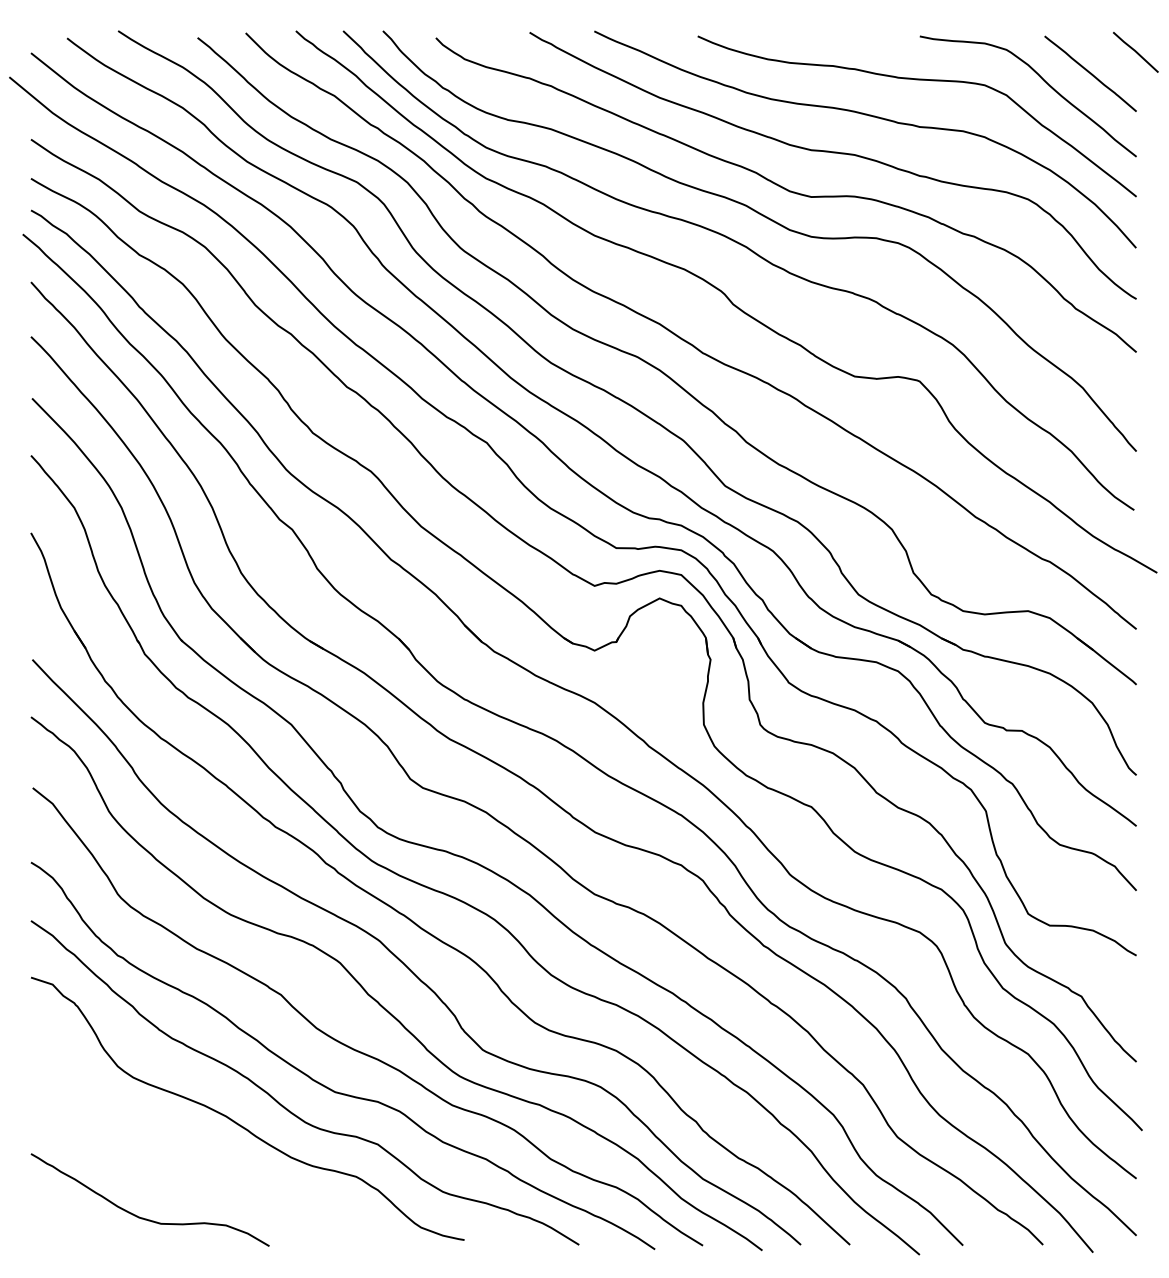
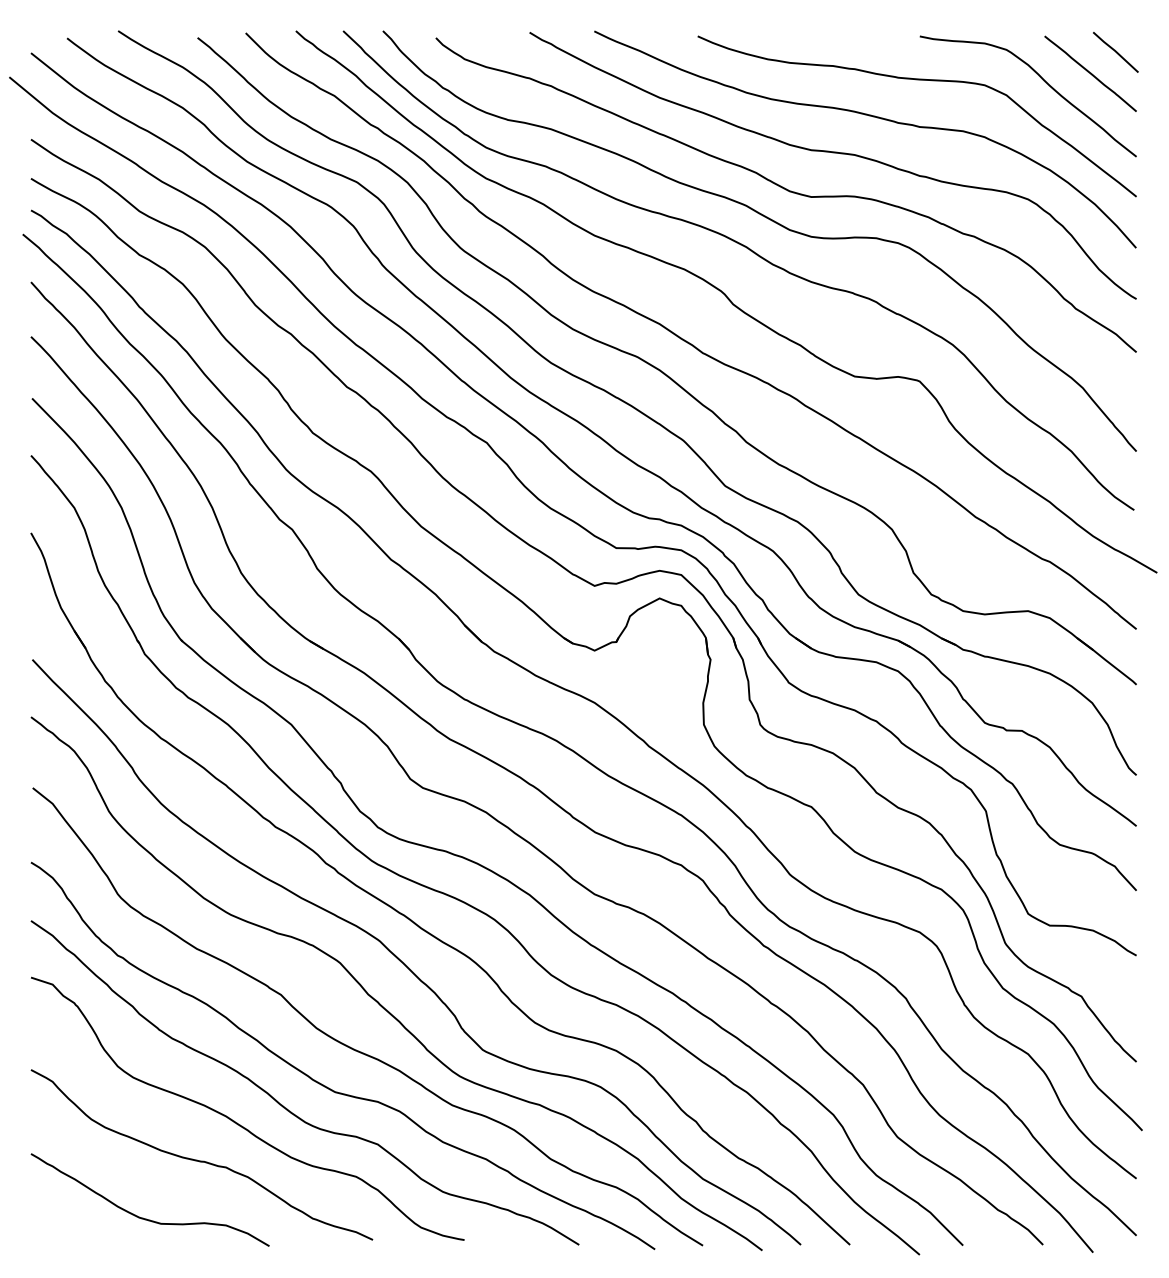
line at (1135, 52) position: (1135, 52) -> (1115, 52)
curve at (201, 1160): none -> present
